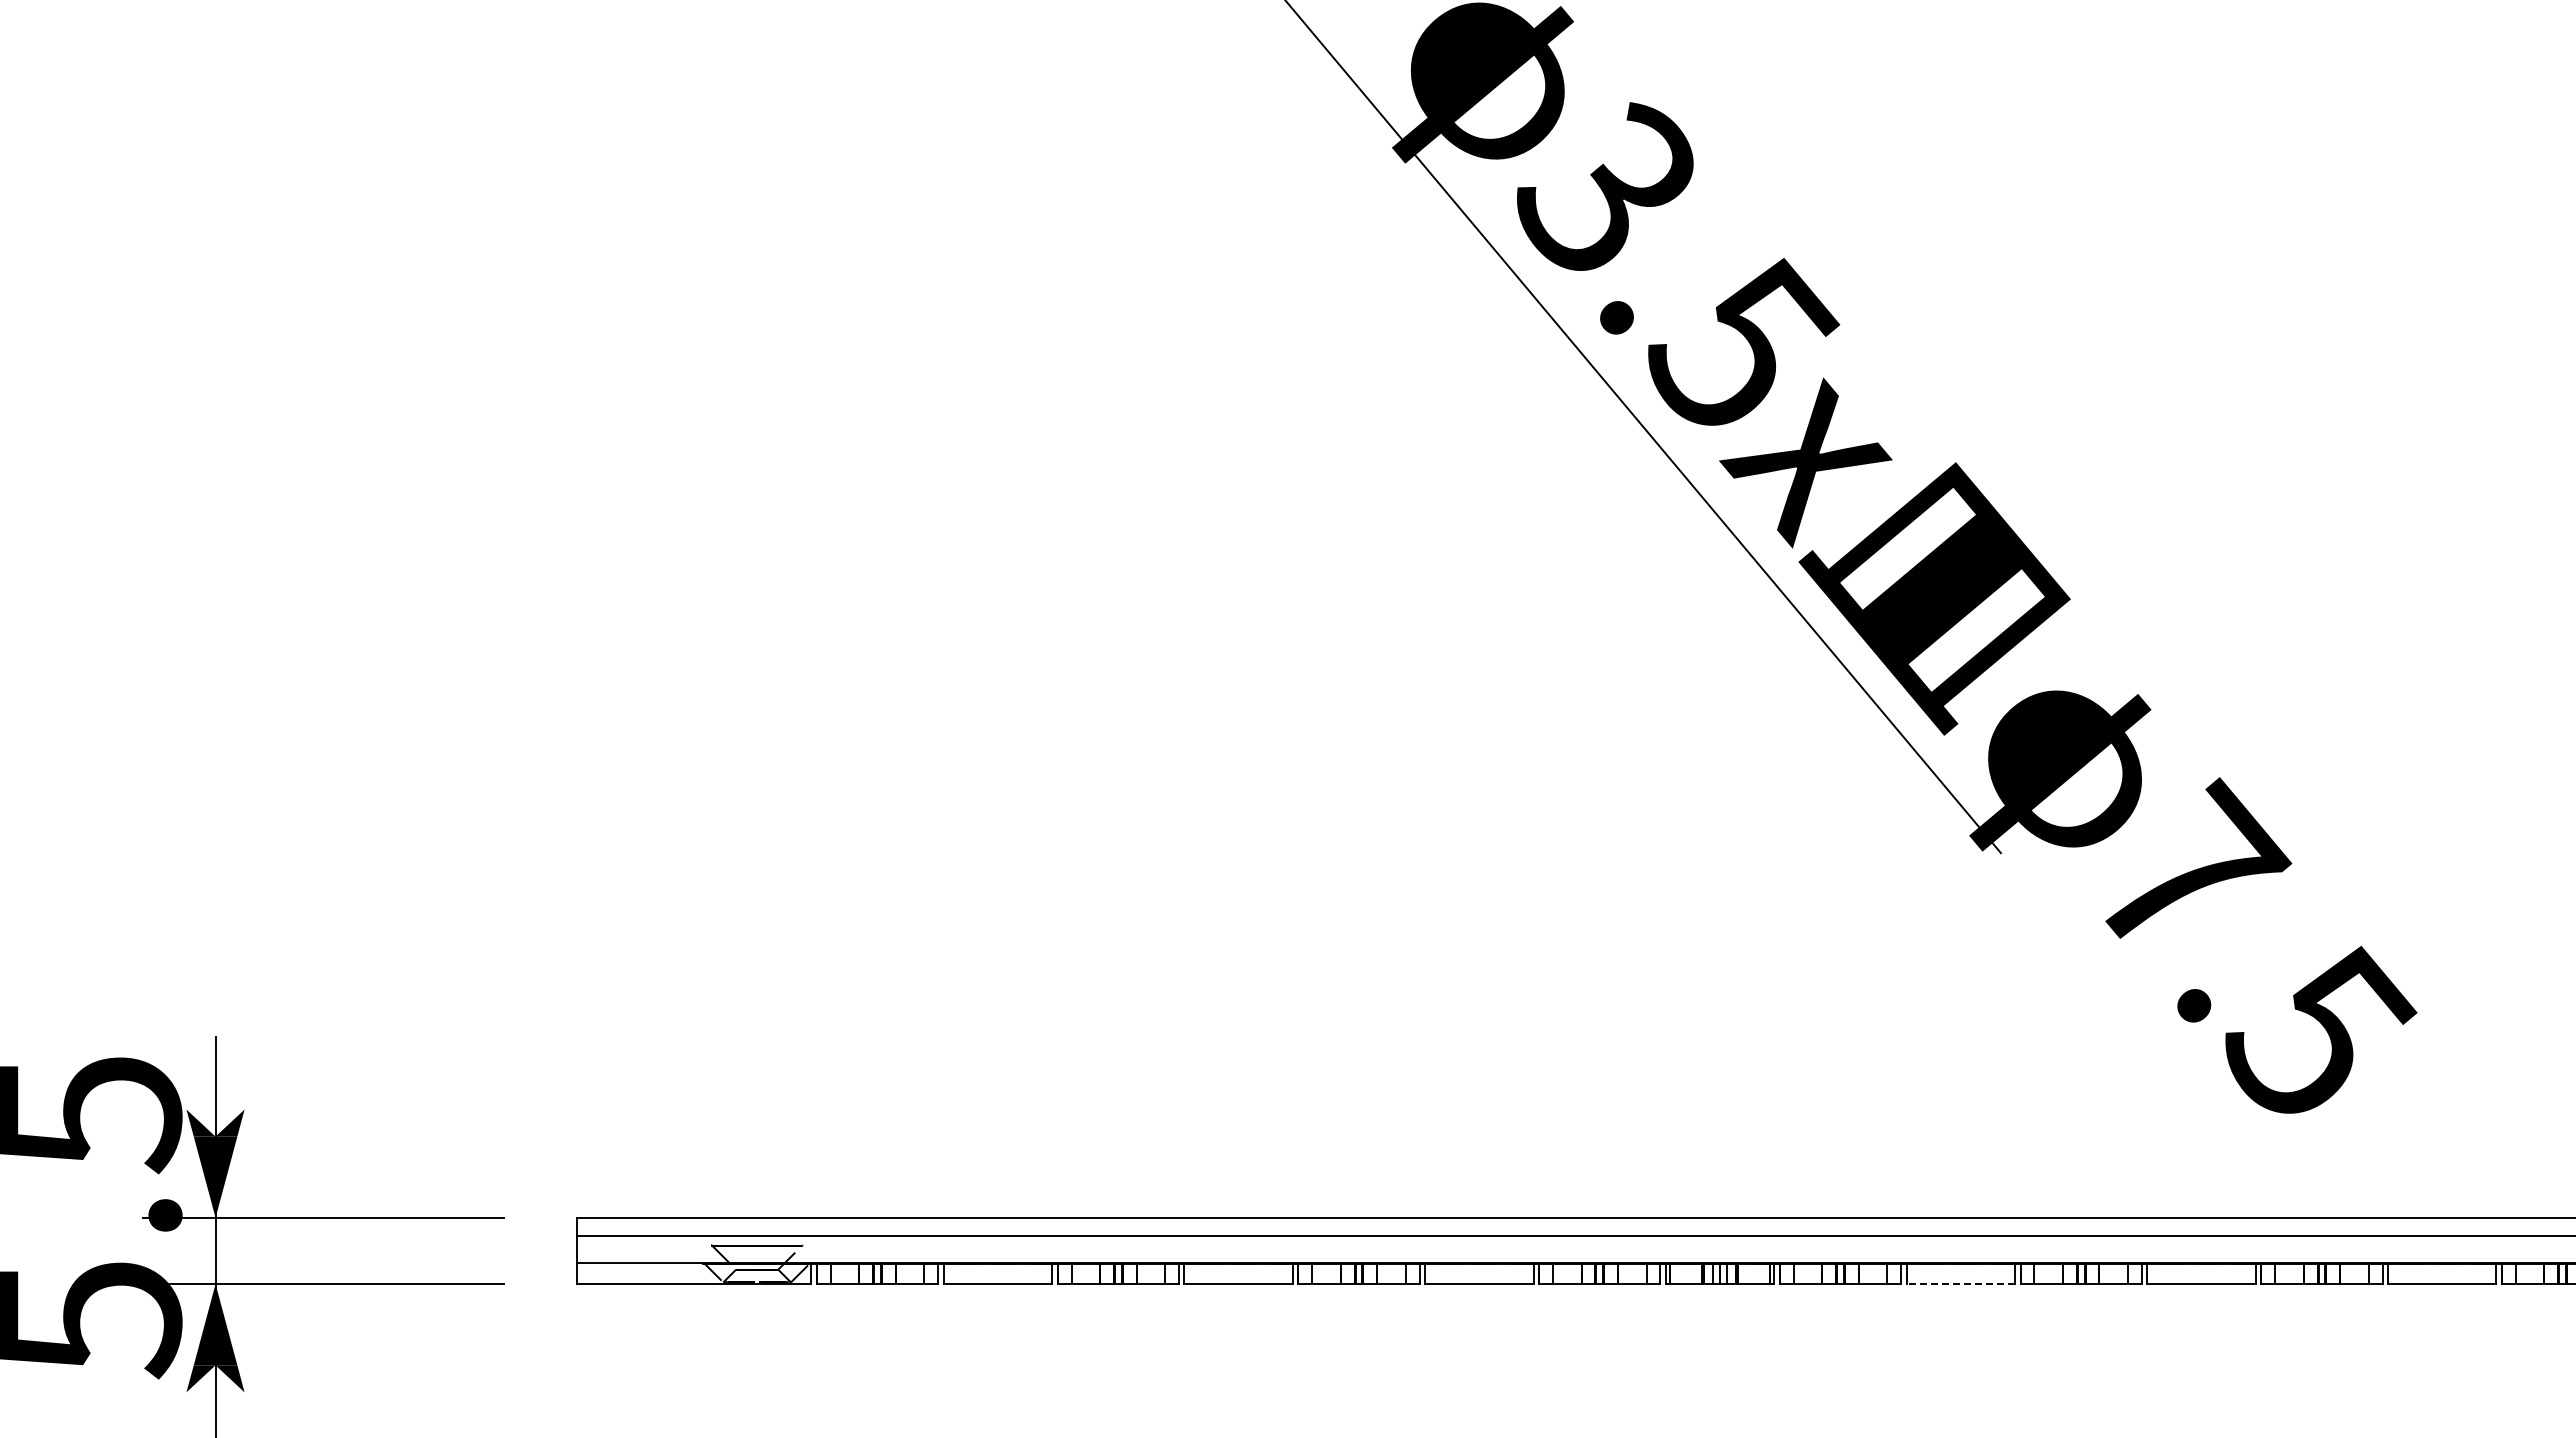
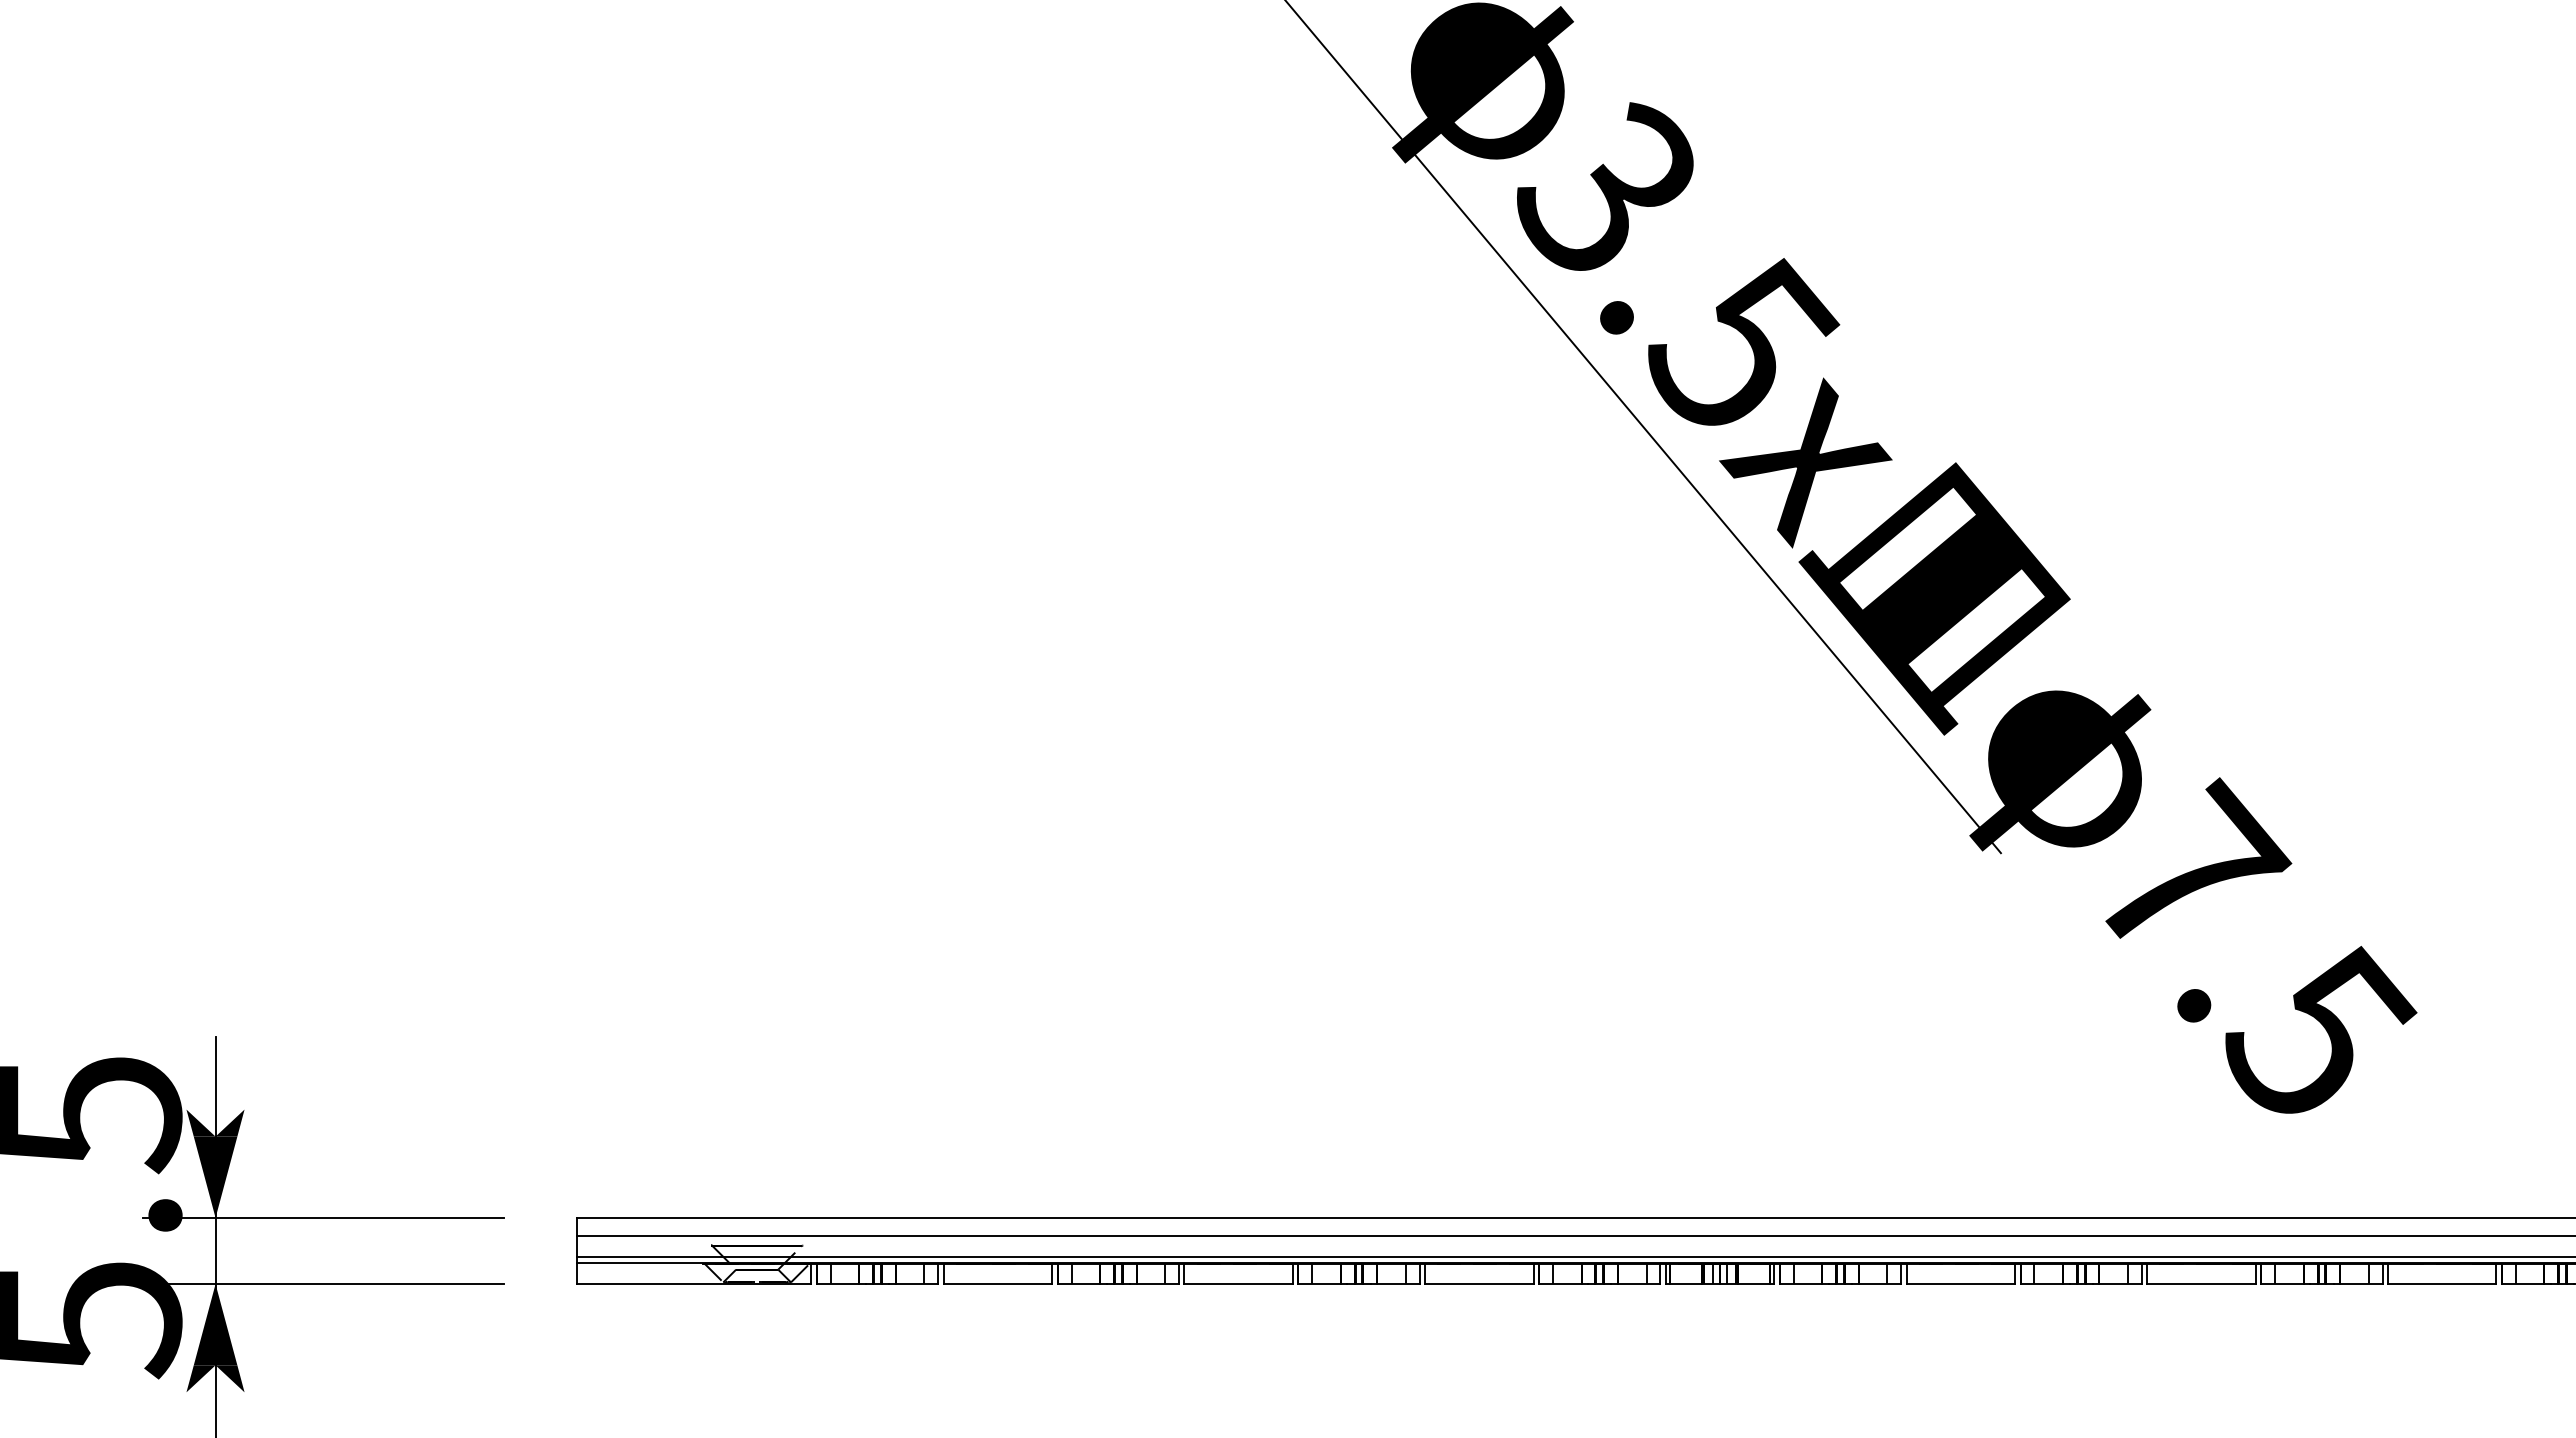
line at (1574, 1256): none -> present
line at (1960, 1284): dashed -> solid
